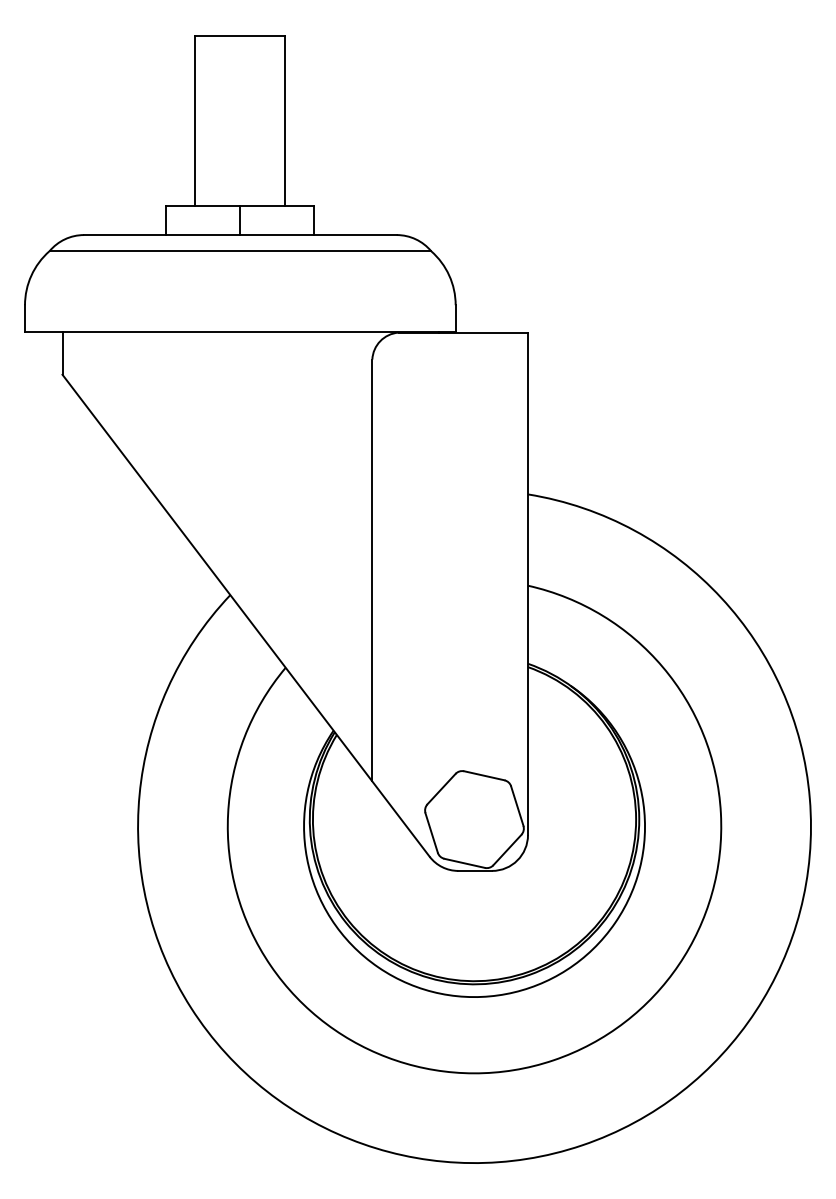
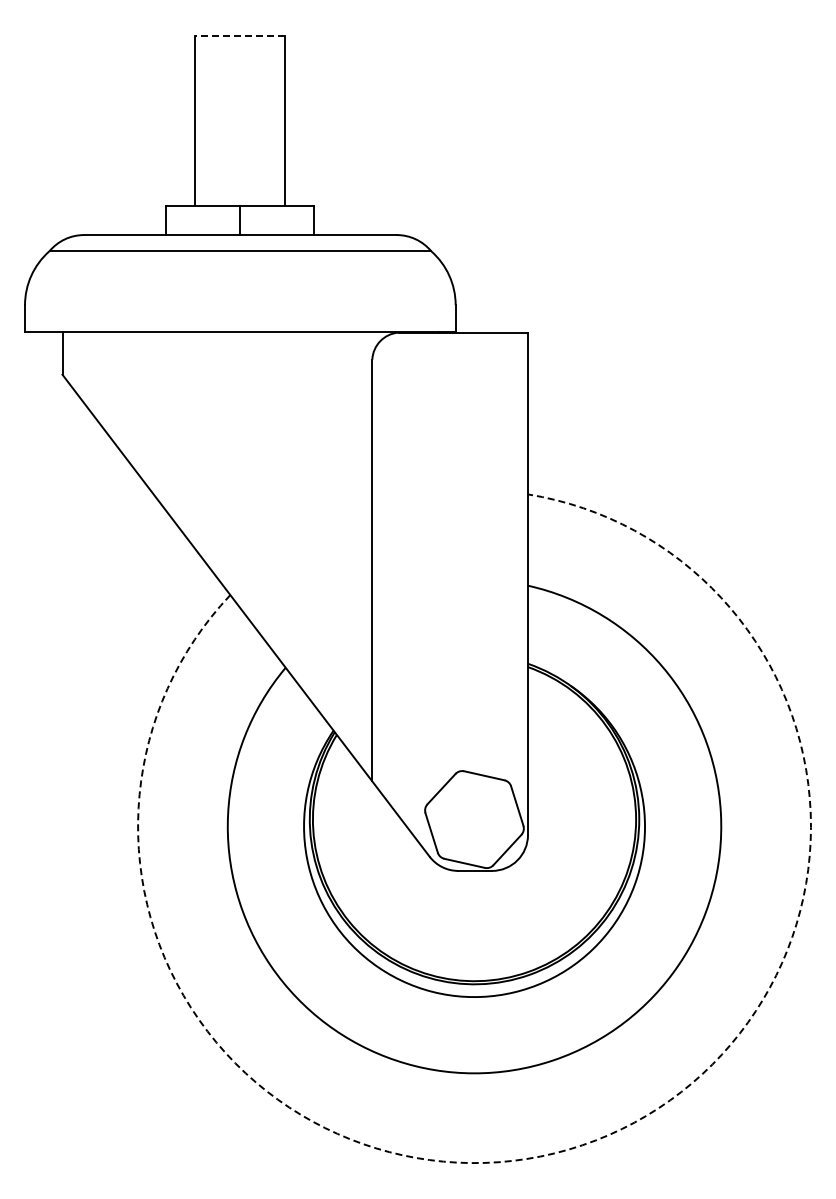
line at (239, 35): solid -> dashed
arc at (582, 1145): solid -> dashed
